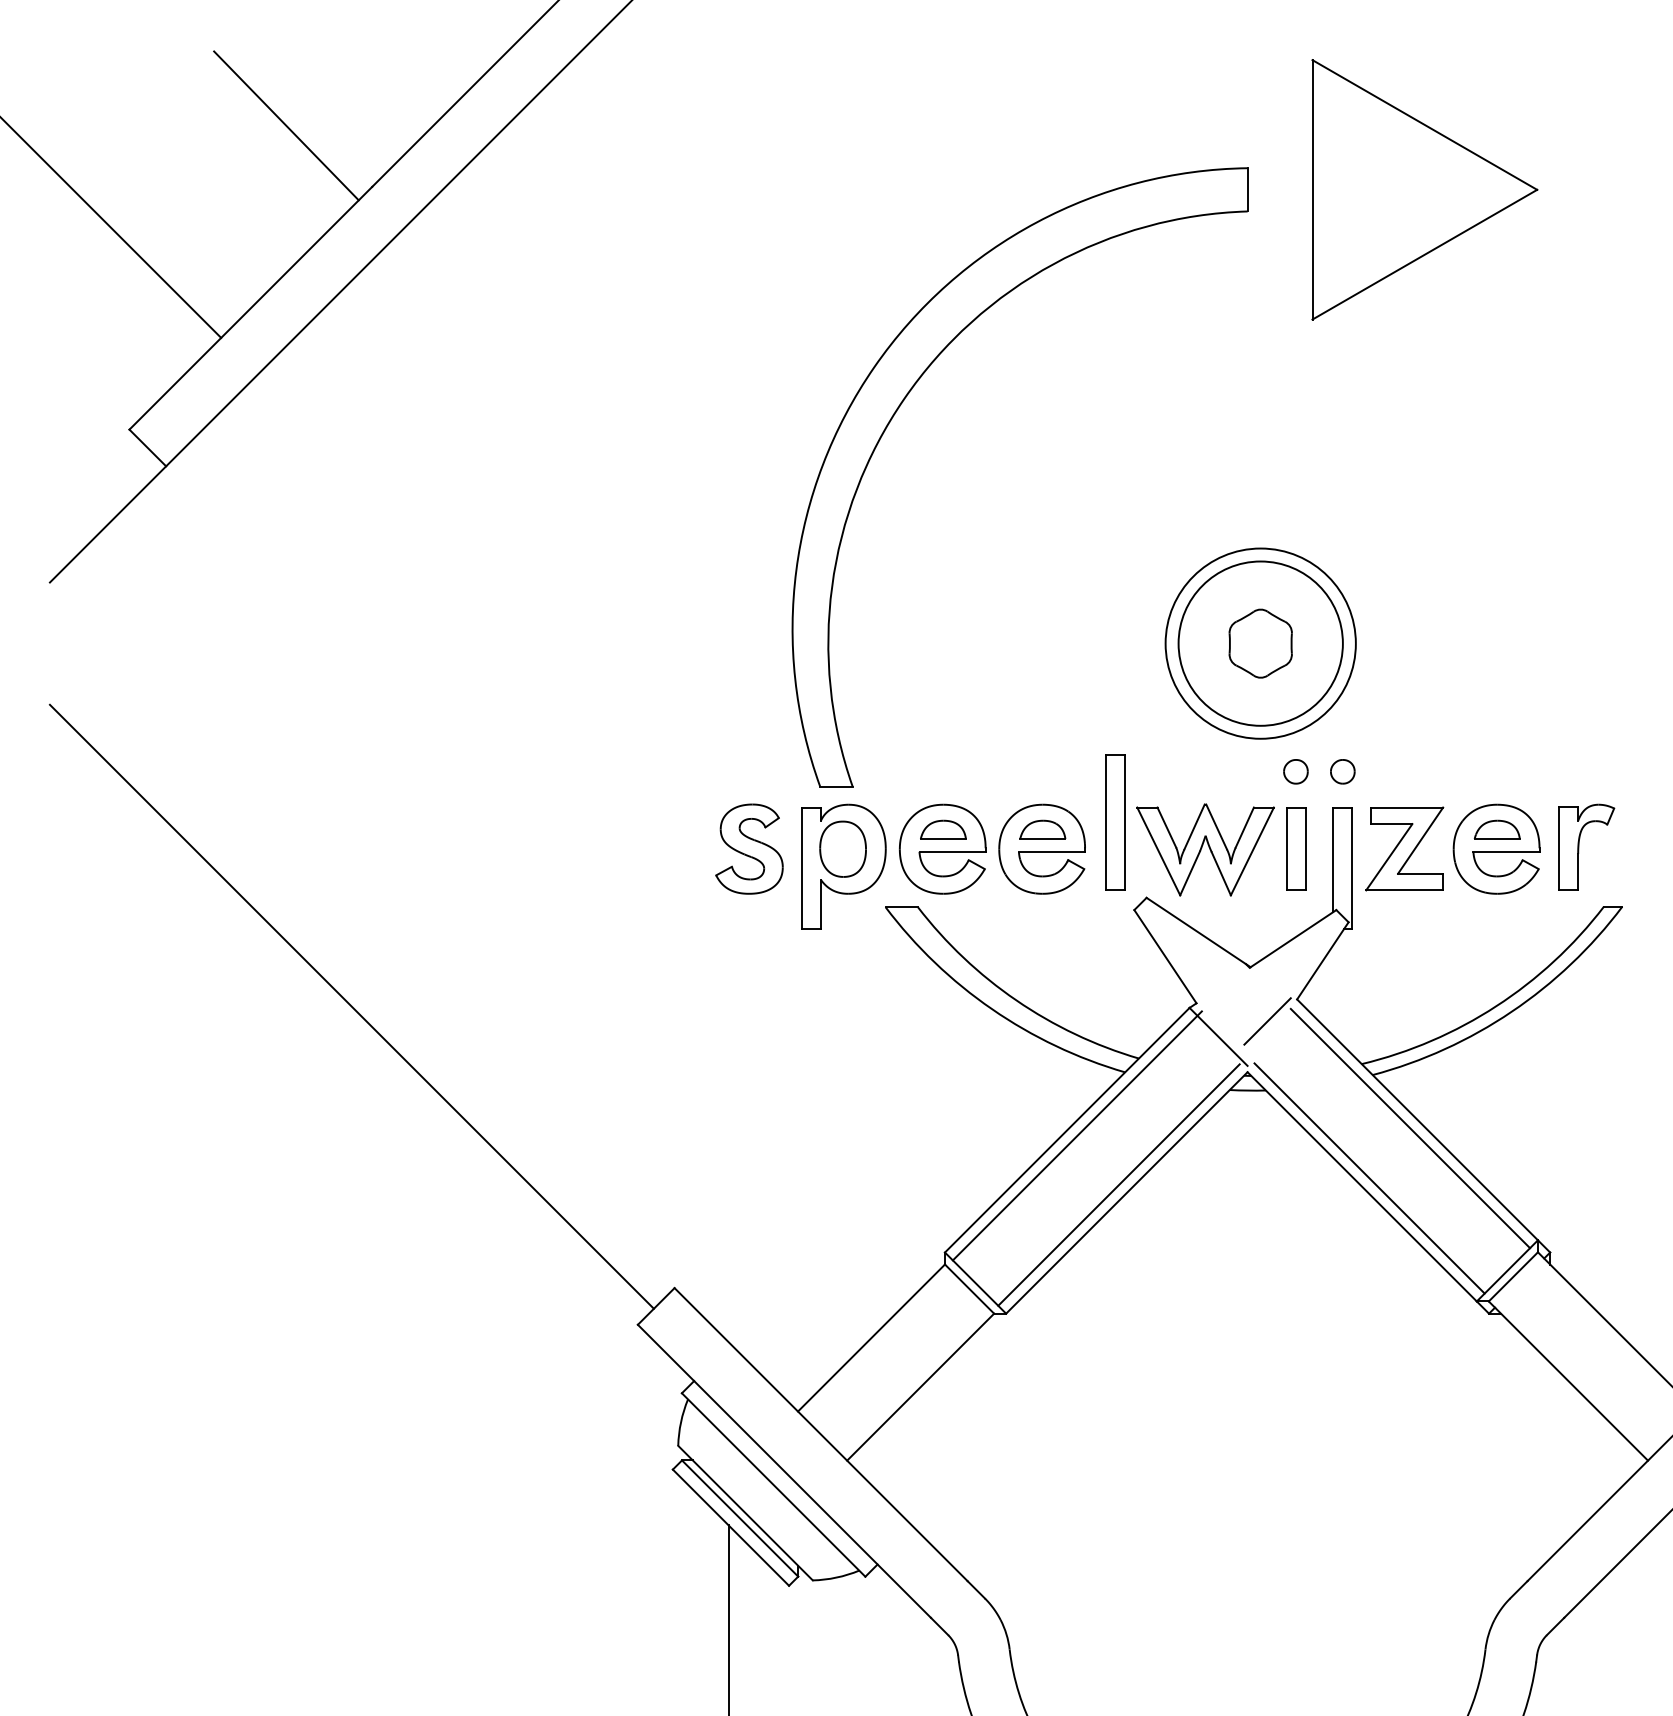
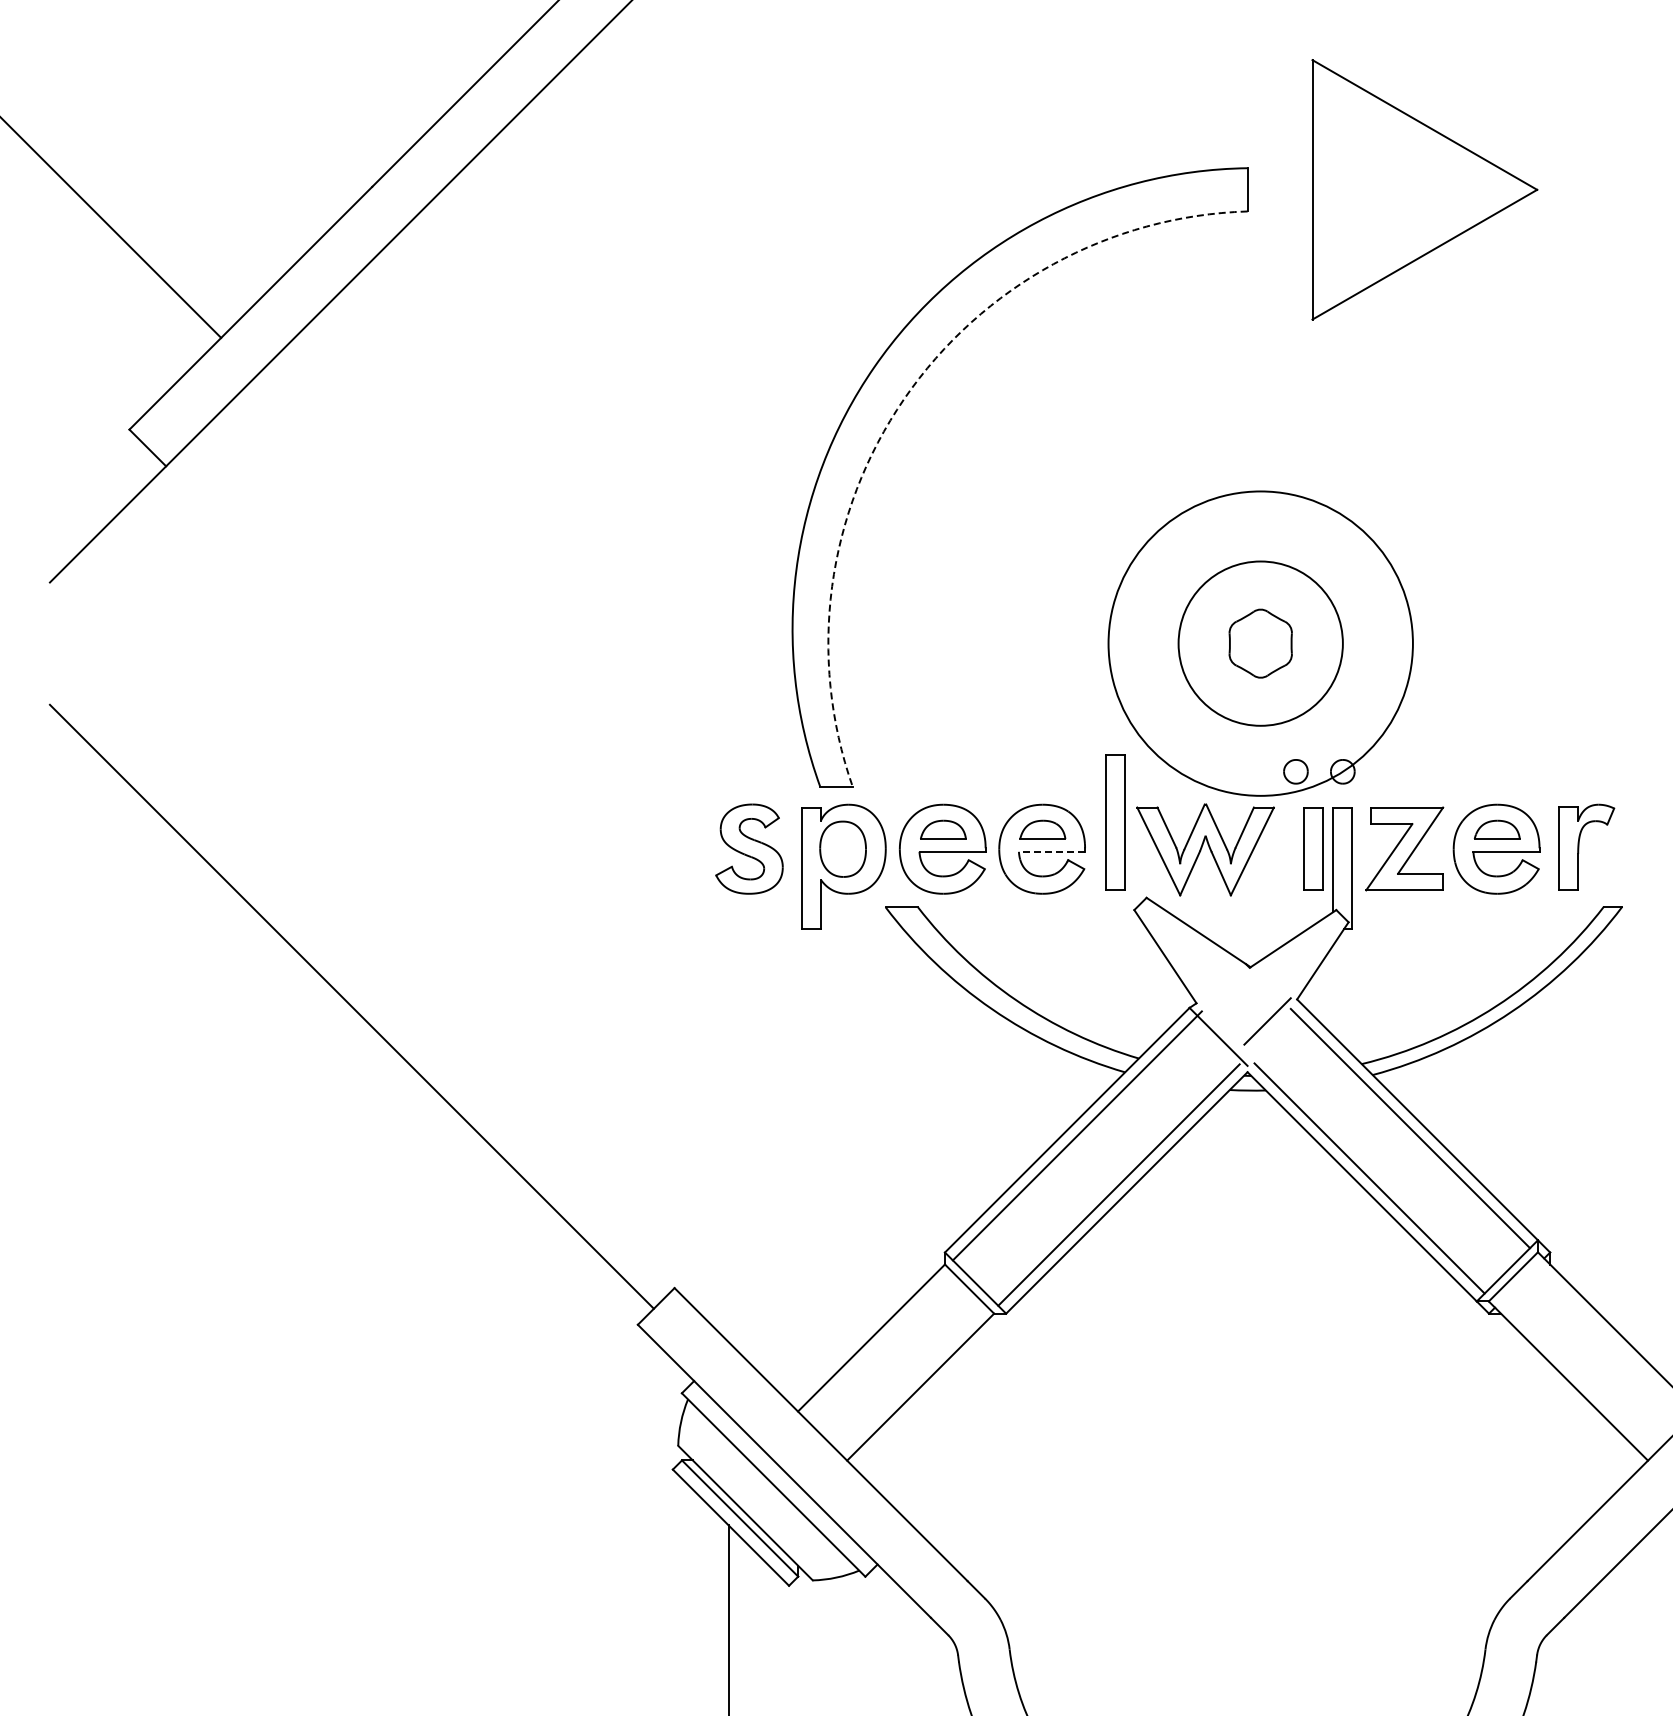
line at (286, 125): present -> none
arc at (904, 398): solid -> dashed
circle at (1260, 643) diameter: 190 px -> 304 px
part at (1296, 848) position: (1296, 848) -> (1313, 848)
line at (1051, 851): solid -> dashed
